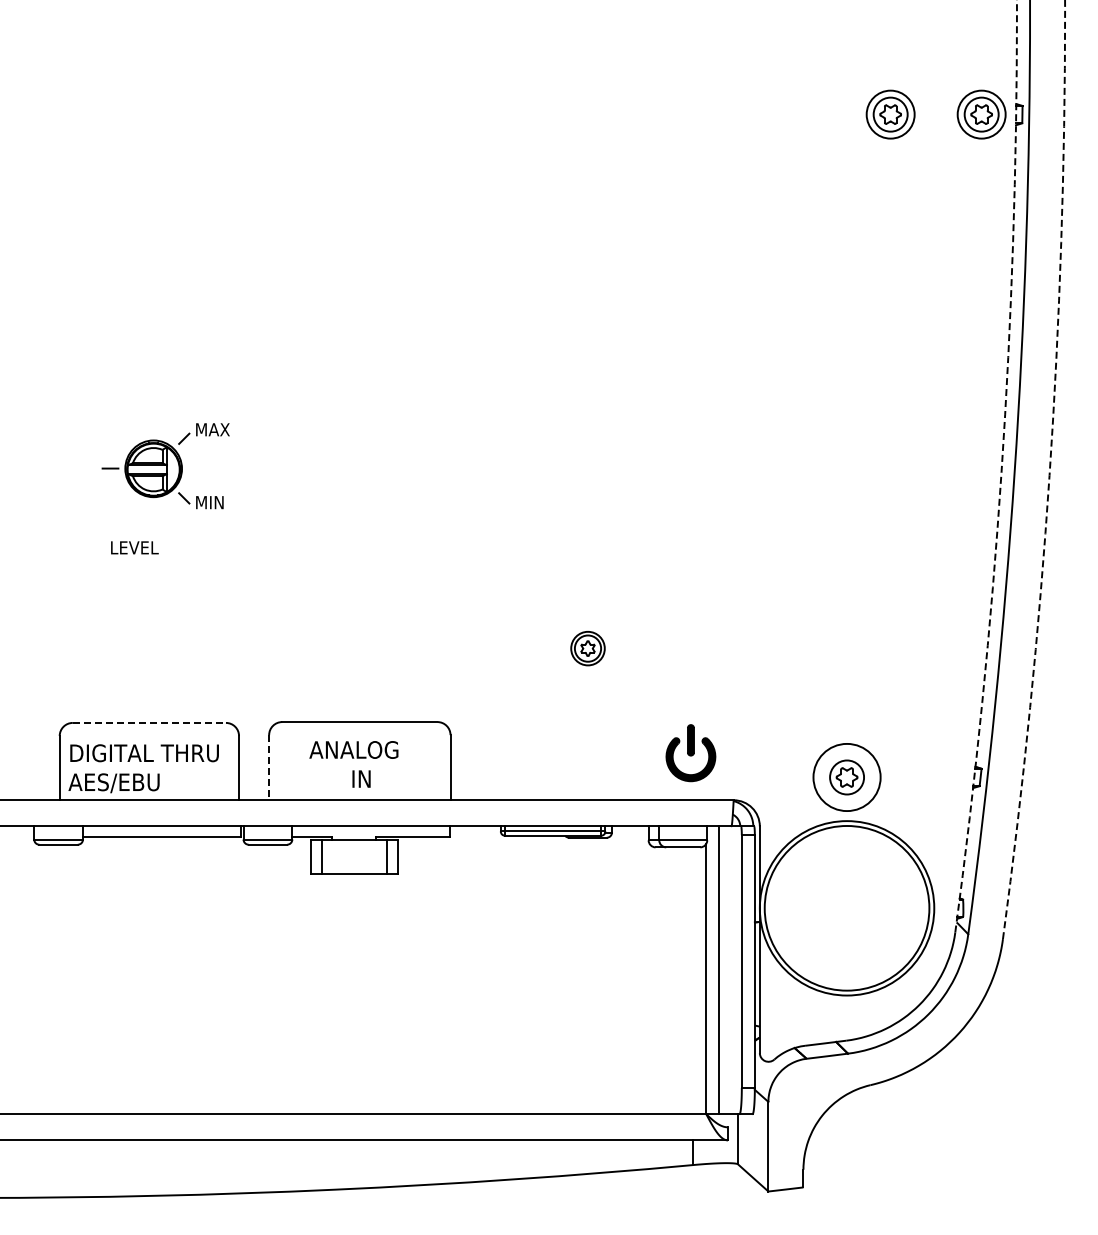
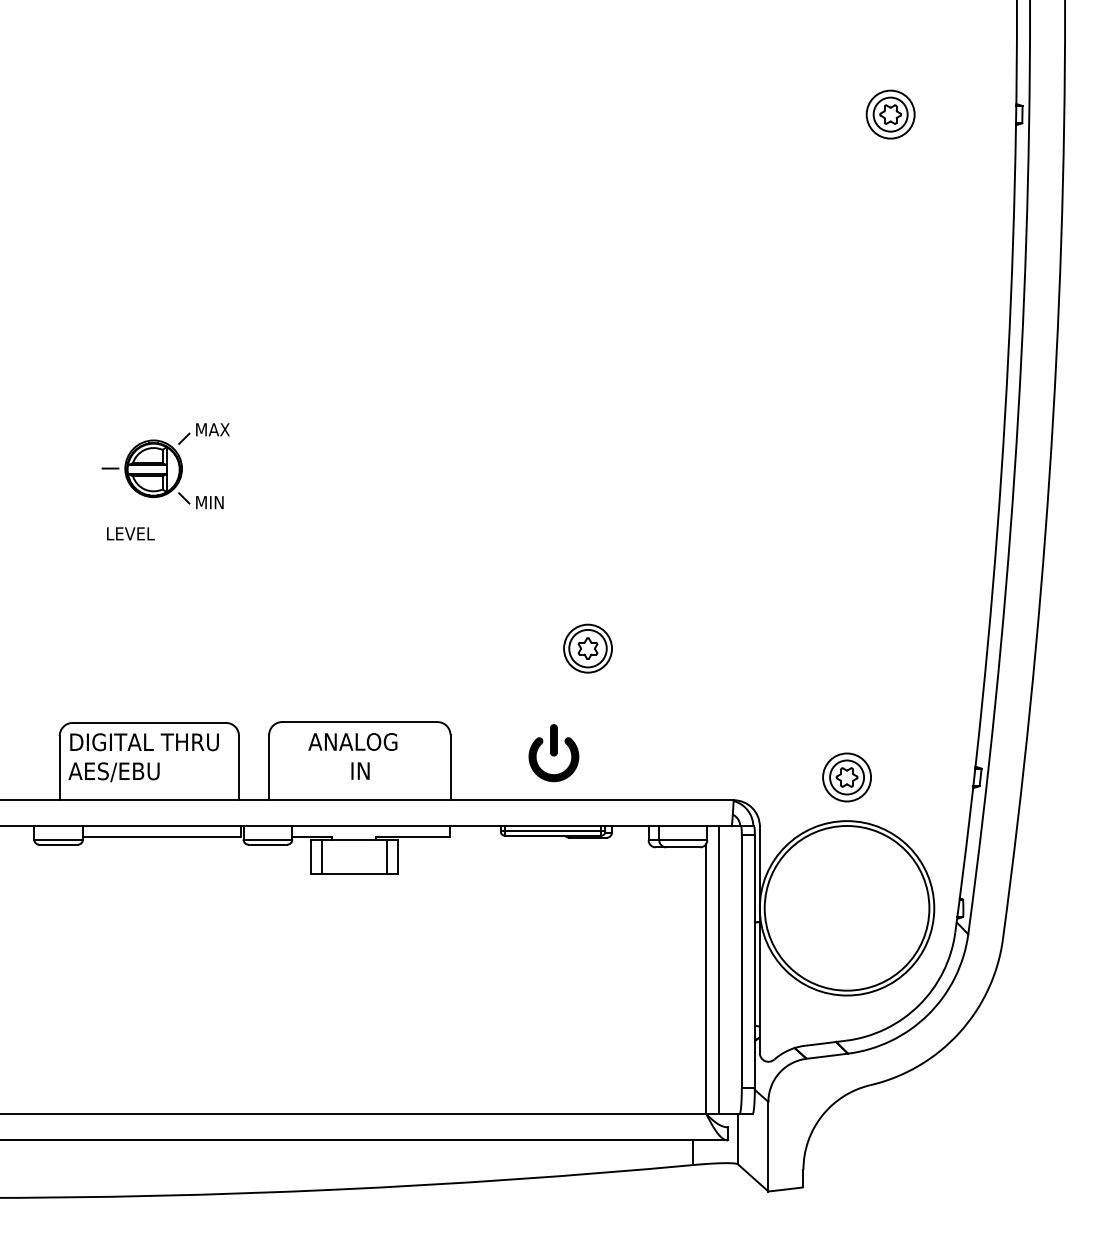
part at (981, 114): present -> none
arc at (1001, 466): dashed -> solid
arc at (1049, 470): dashed -> solid
text at (134, 547) position: (134, 547) -> (130, 533)
part at (587, 648) size: 36x36 px -> 50x51 px
line at (149, 722): dashed -> solid
part at (690, 753) position: (690, 753) -> (553, 753)
text at (353, 764) position: (353, 764) -> (352, 756)
text at (143, 768) position: (143, 768) -> (143, 757)
line at (269, 768): dashed -> solid
circle at (846, 777) diameter: 67 px -> 48 px
